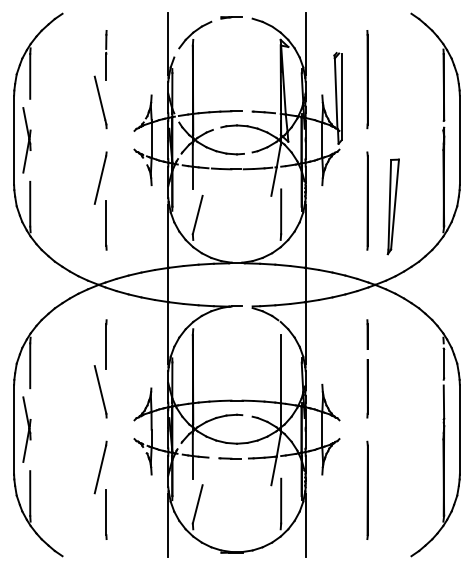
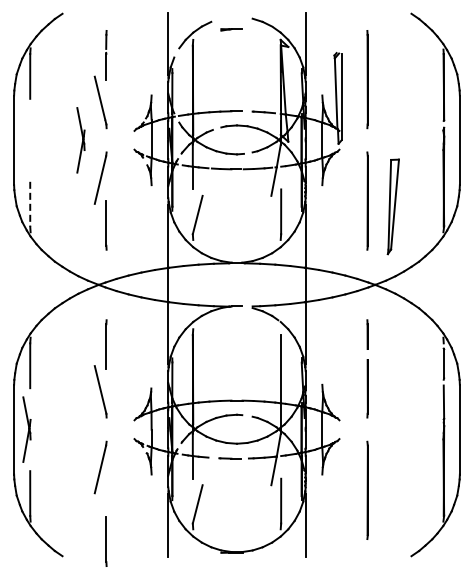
line at (231, 17) position: (231, 17) -> (231, 29)
part at (26, 140) position: (26, 140) -> (80, 140)
line at (30, 204): solid -> dashed
line at (106, 514) position: (106, 514) -> (106, 541)
